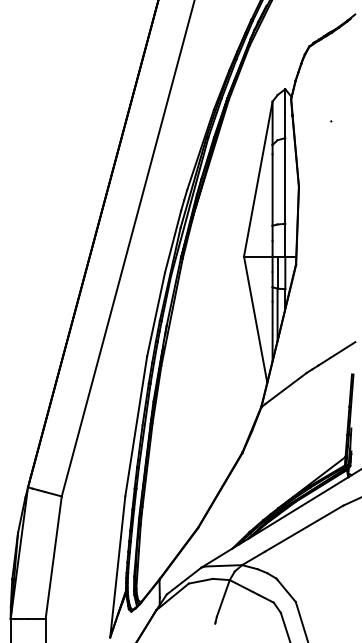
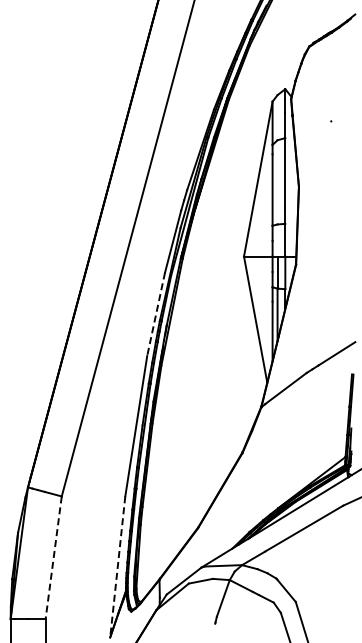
line at (156, 314): solid -> dashed
line at (53, 557): solid -> dashed
line at (117, 566): solid -> dashed
